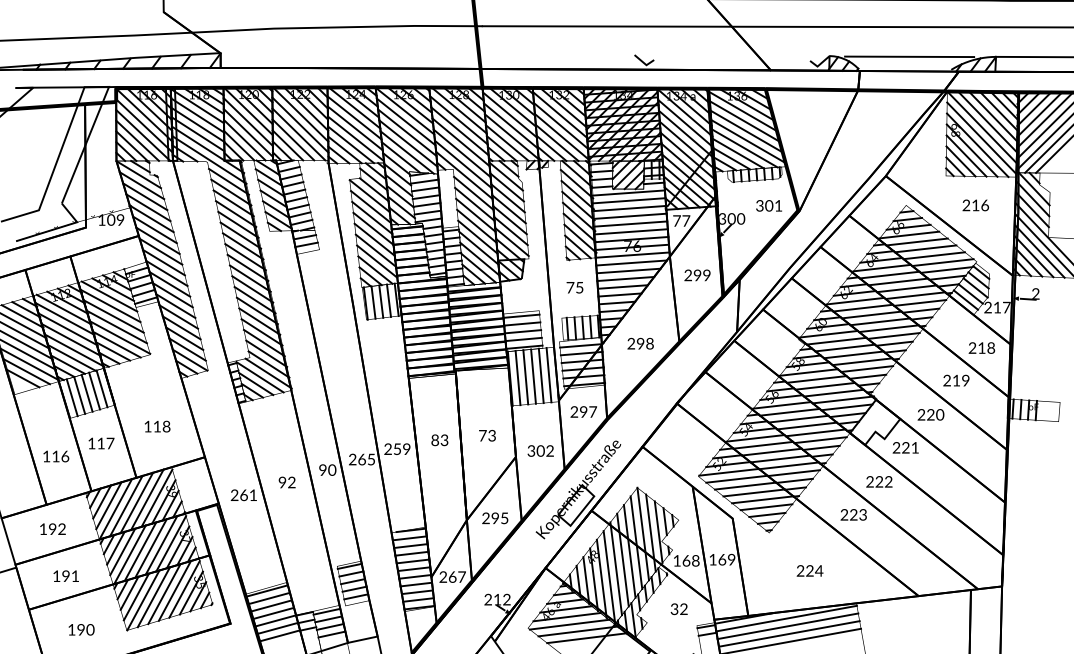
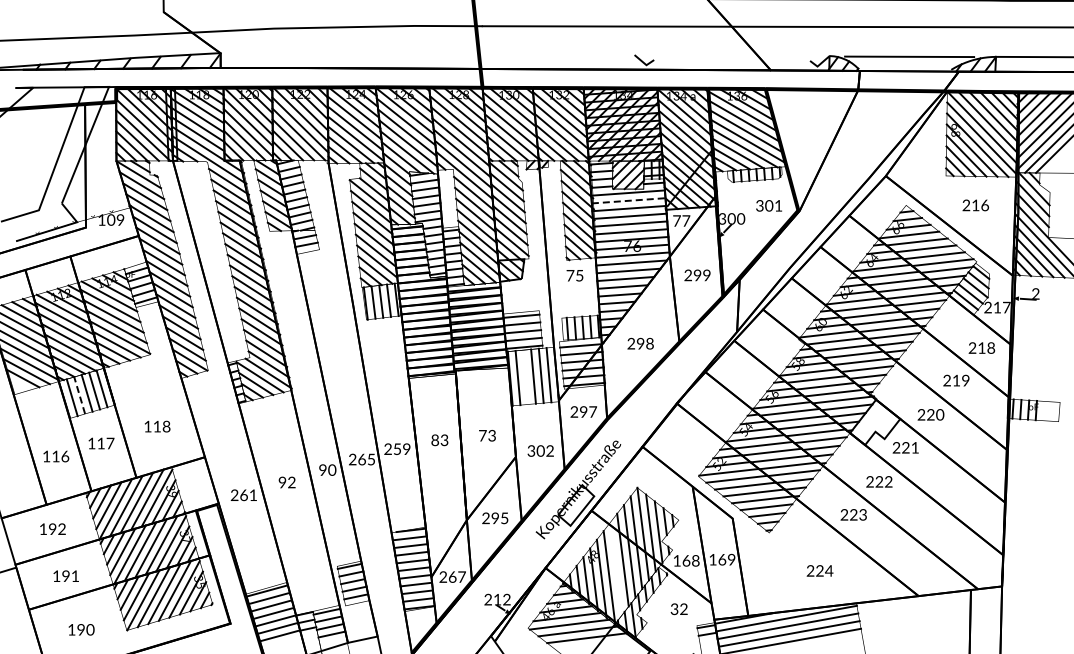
line at (628, 200): solid -> dashed
text at (574, 287) position: (574, 287) -> (574, 275)
line at (525, 377): present -> none
line at (79, 395): solid -> dashed
line at (616, 568): present -> none
text at (809, 570) position: (809, 570) -> (819, 570)
